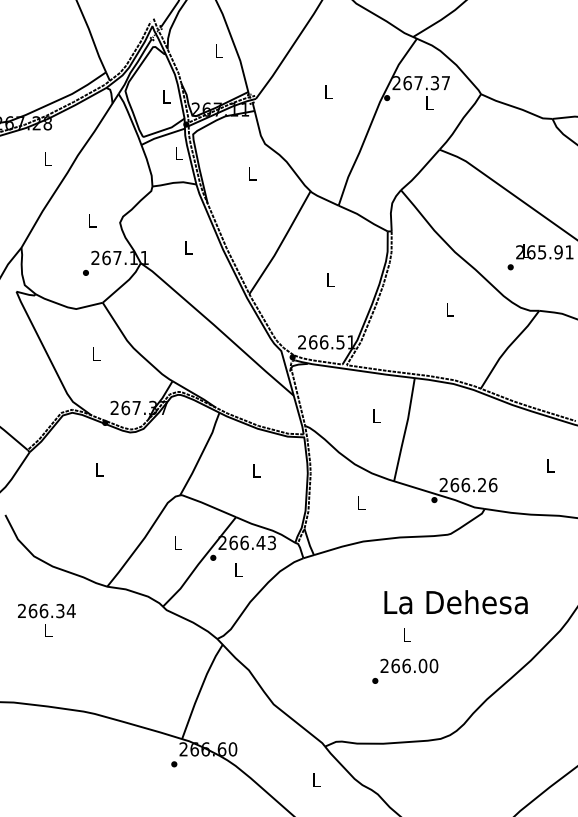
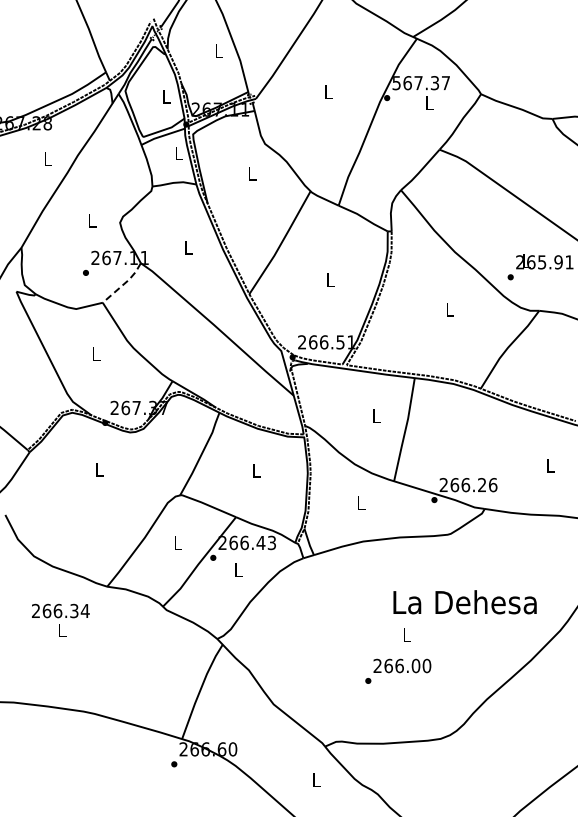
text at (396, 83): 267.37 -> 567.37
text at (540, 257) position: (540, 257) -> (540, 267)
line at (124, 284): solid -> dashed
text at (455, 602) position: (455, 602) -> (464, 602)
text at (46, 619) position: (46, 619) -> (60, 619)
text at (405, 670) position: (405, 670) -> (398, 670)
